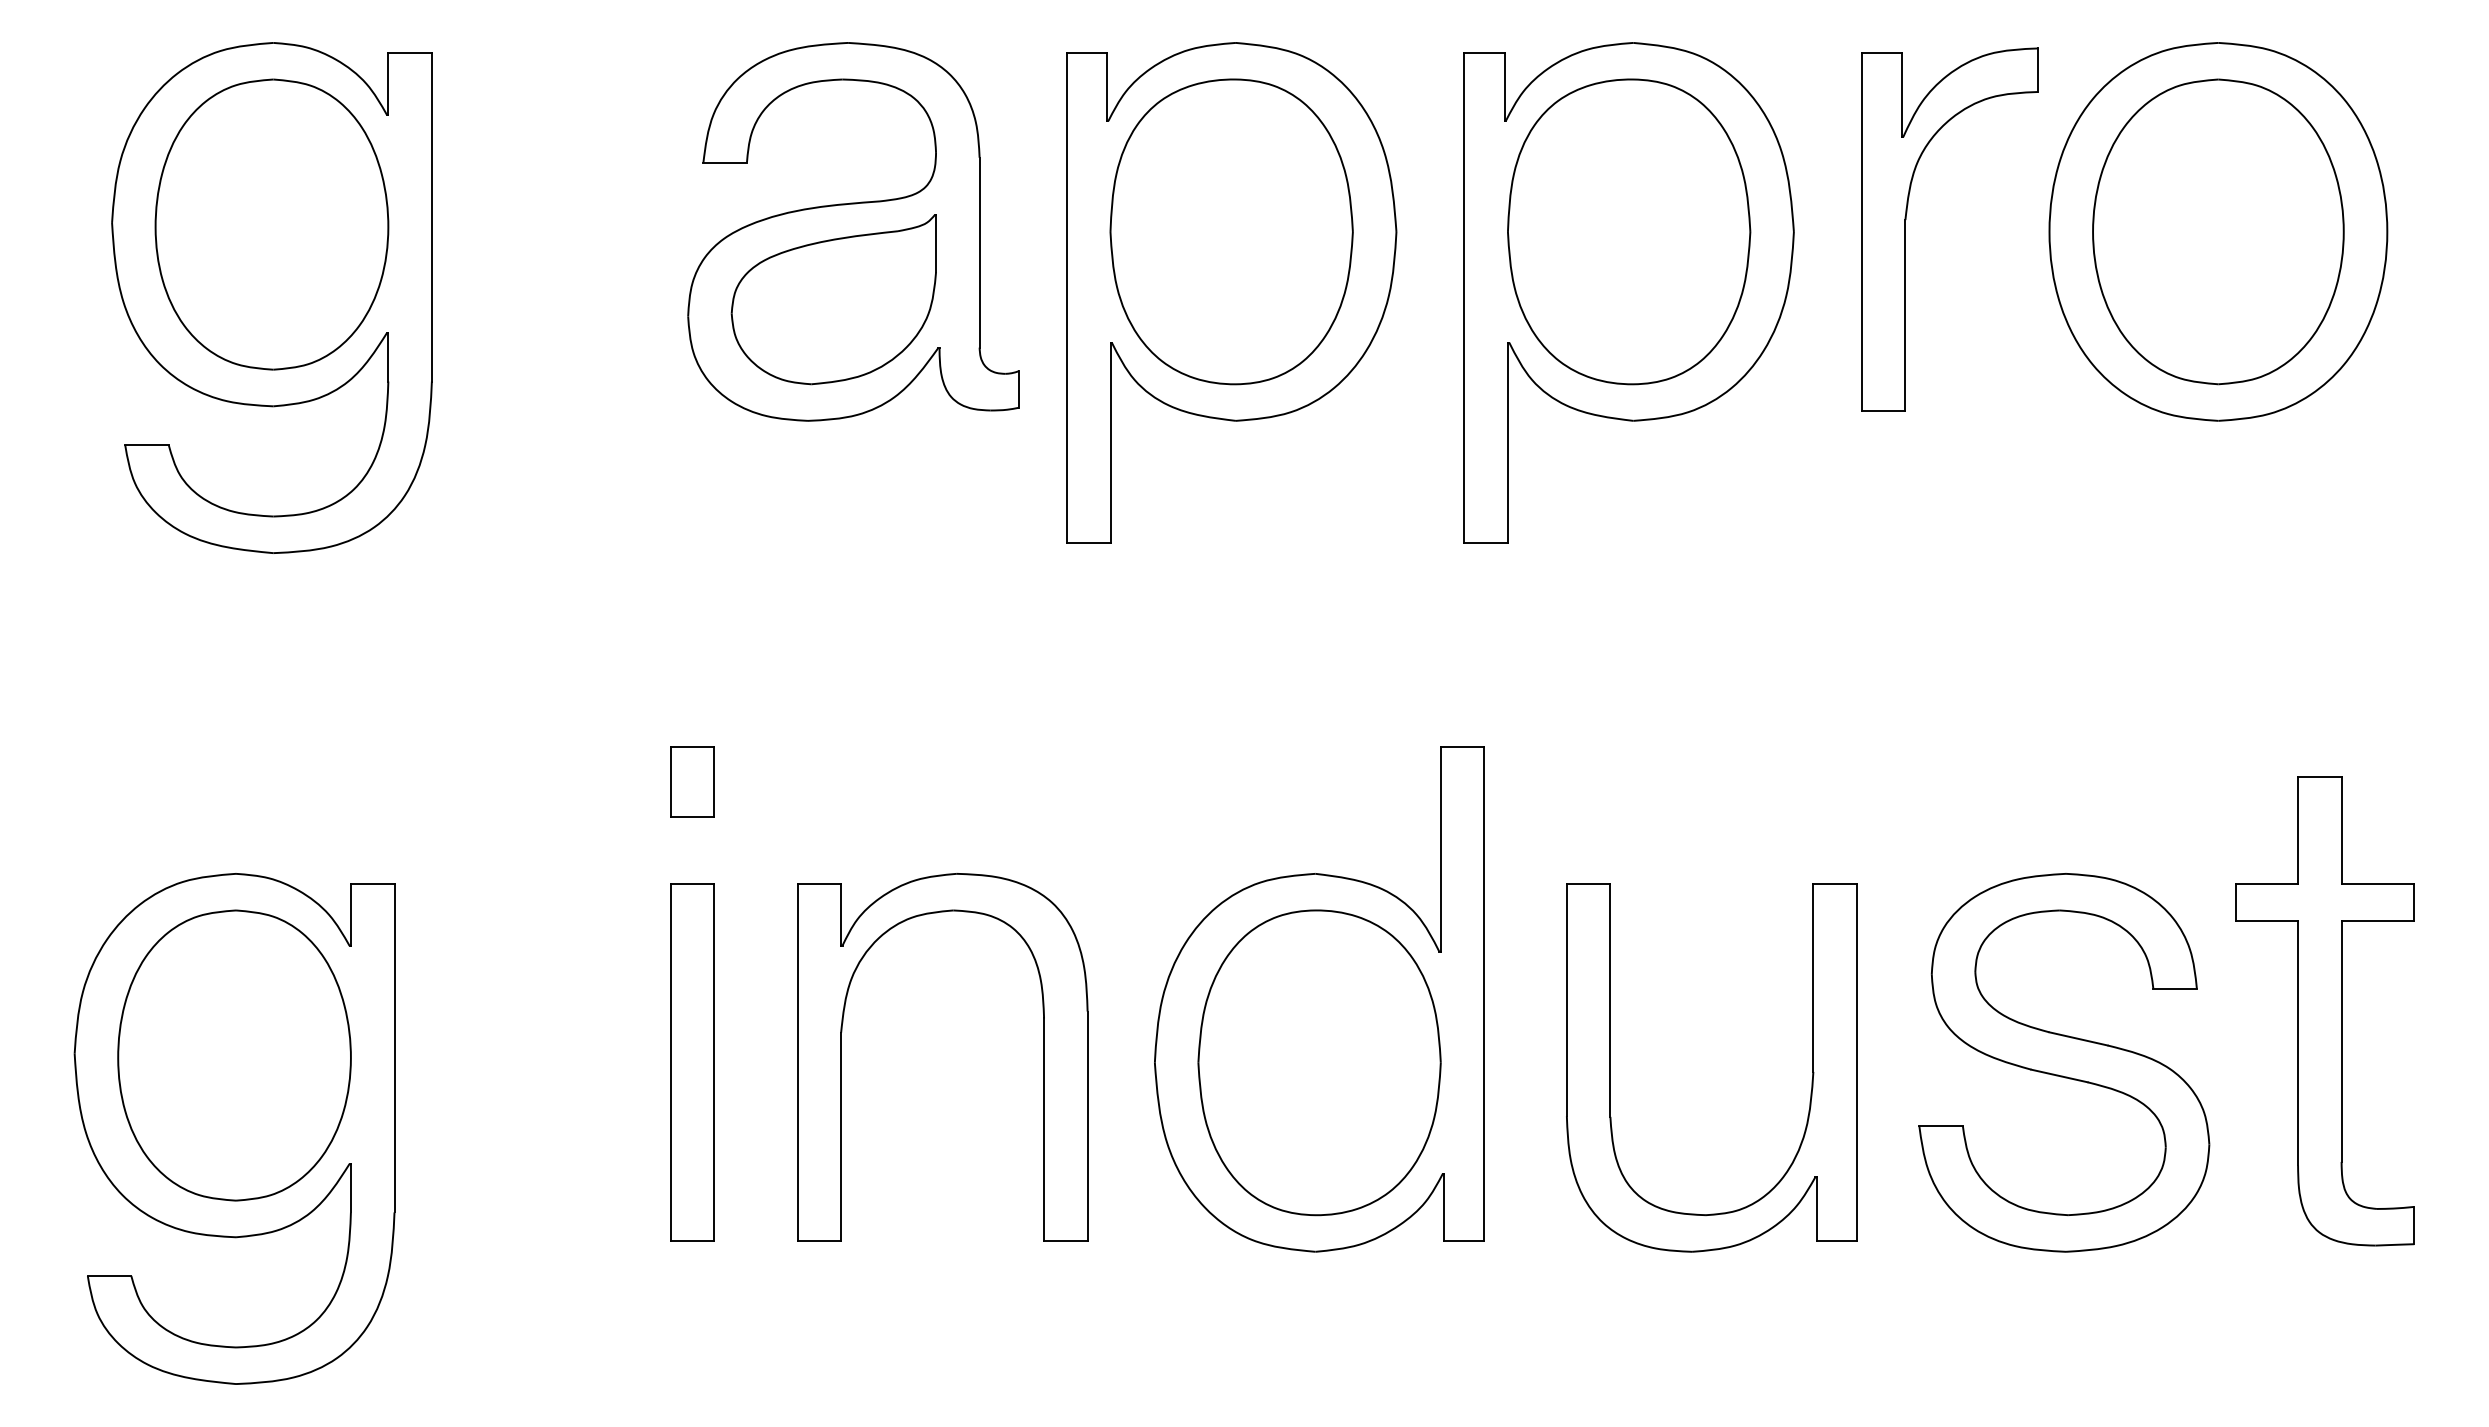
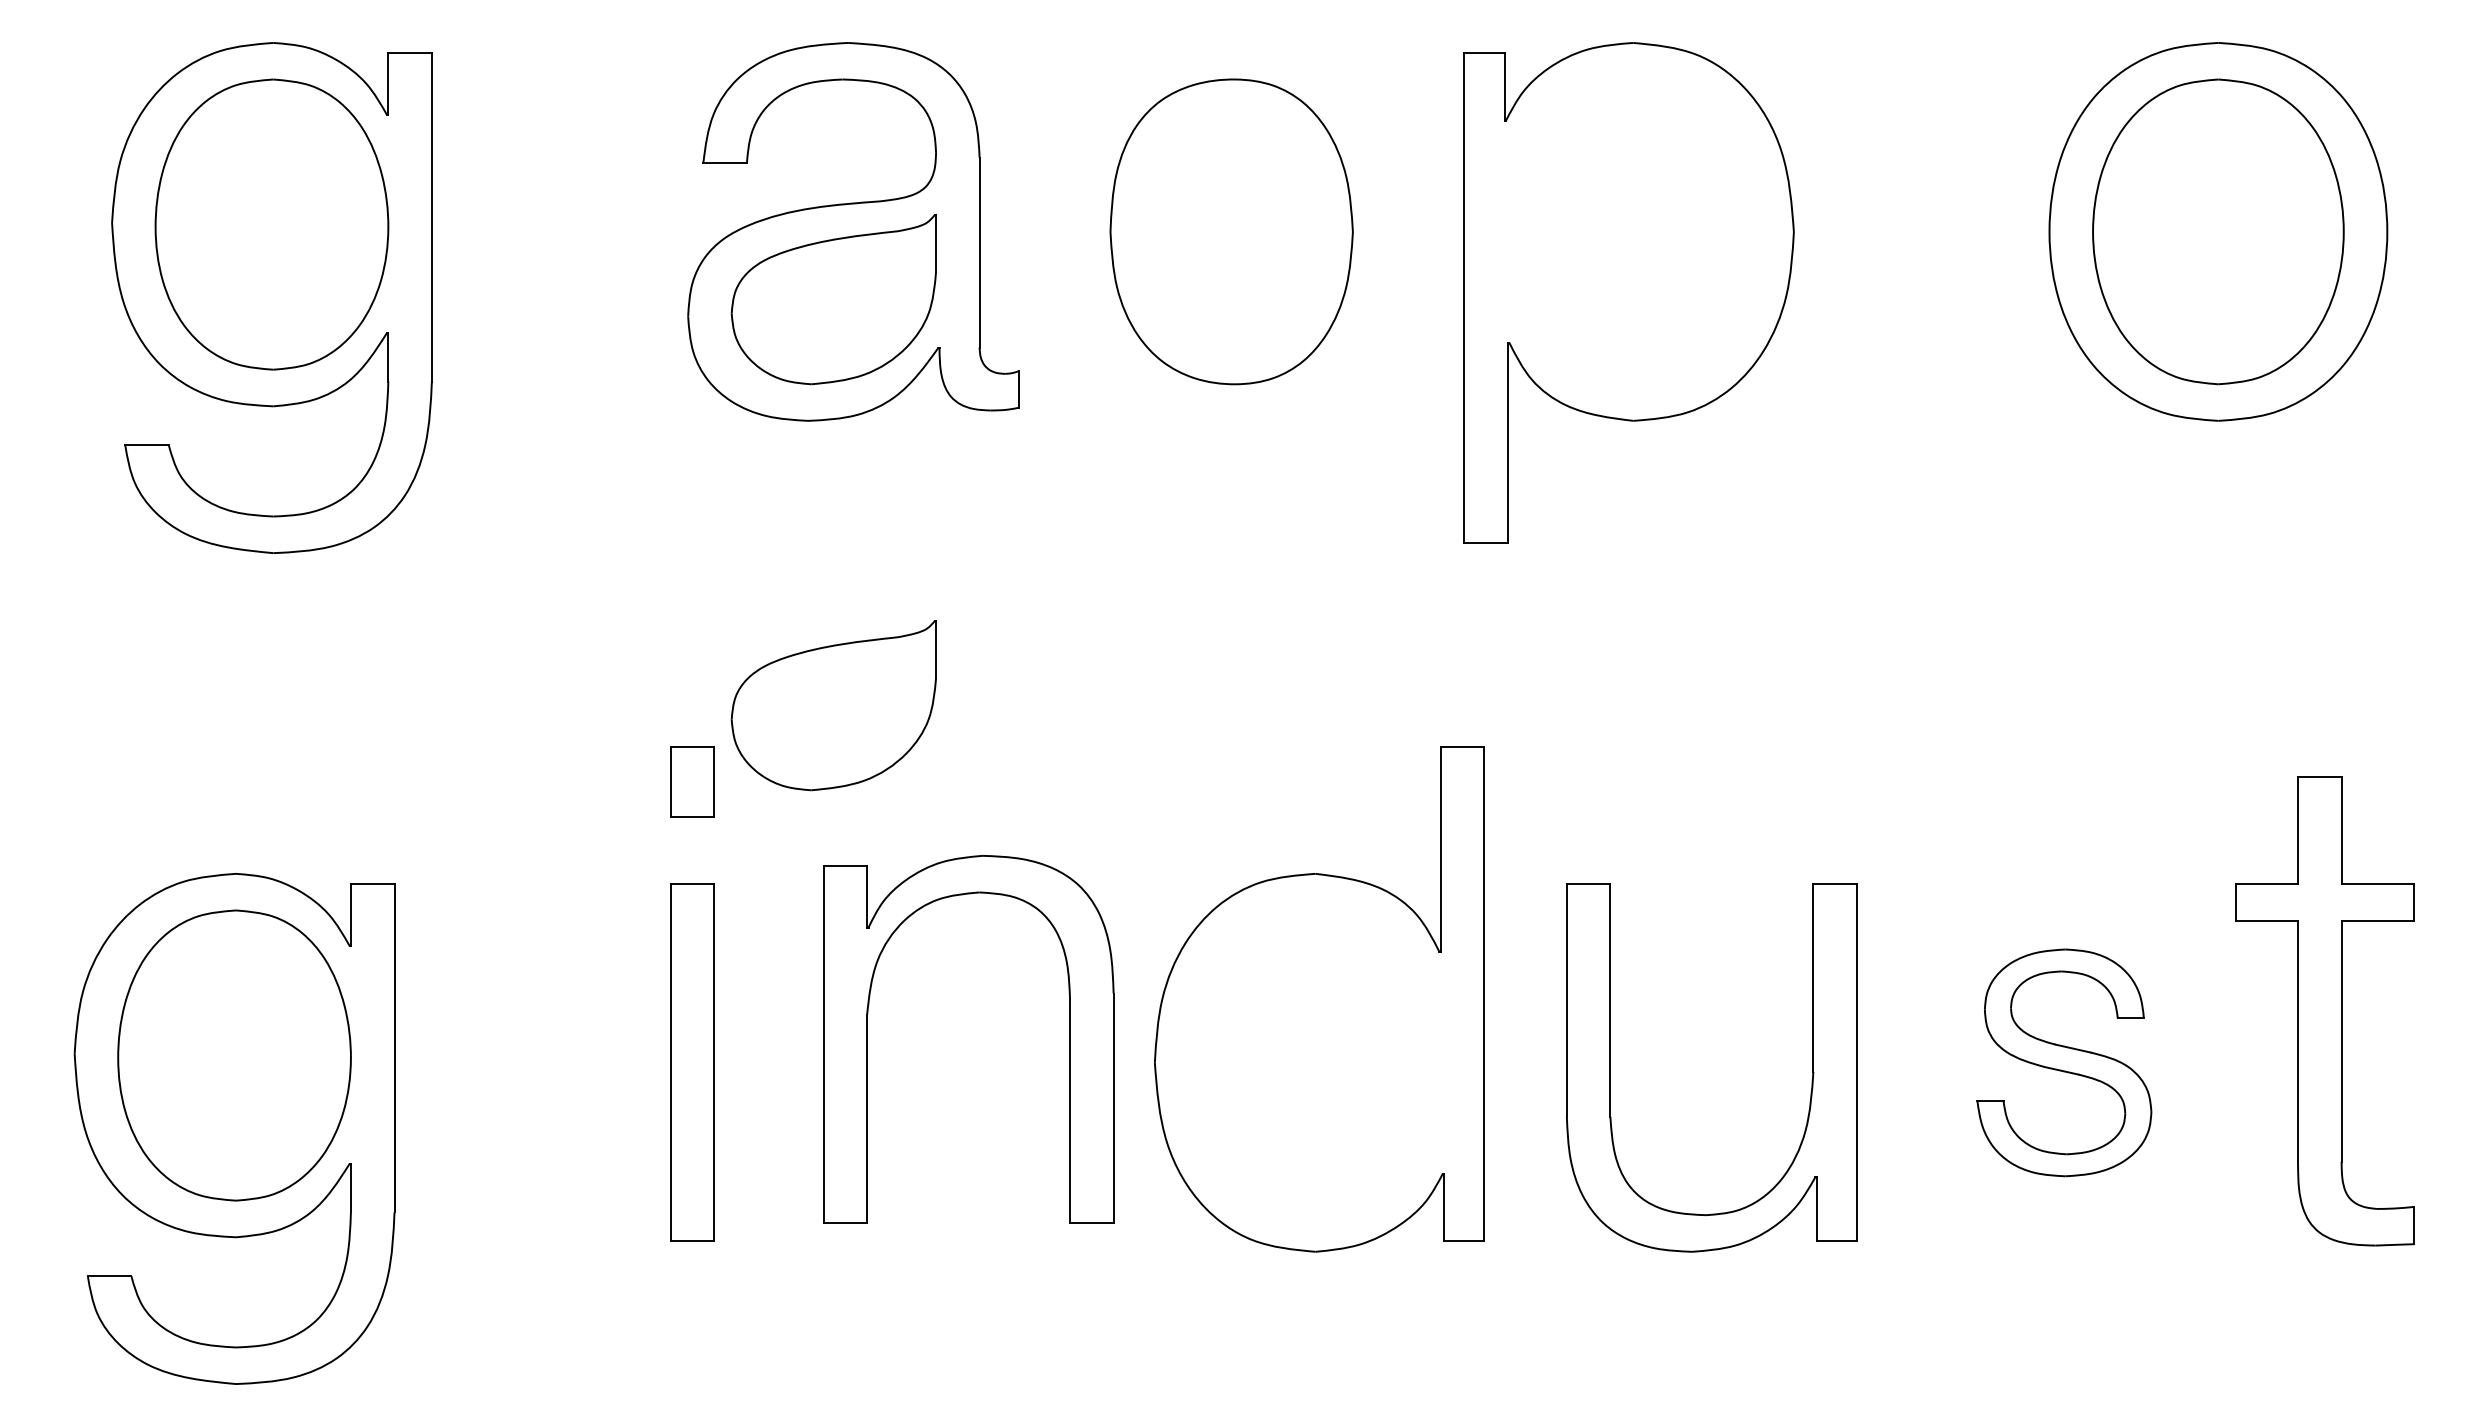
part at (1905, 229): present -> none
part at (1629, 231): present -> none
part at (1231, 292): present -> none
part at (833, 705): none -> present
part at (841, 1057) position: (841, 1057) -> (867, 1039)
part at (1319, 1062): present -> none
part at (2064, 1062) size: 293x380 px -> 177x230 px
